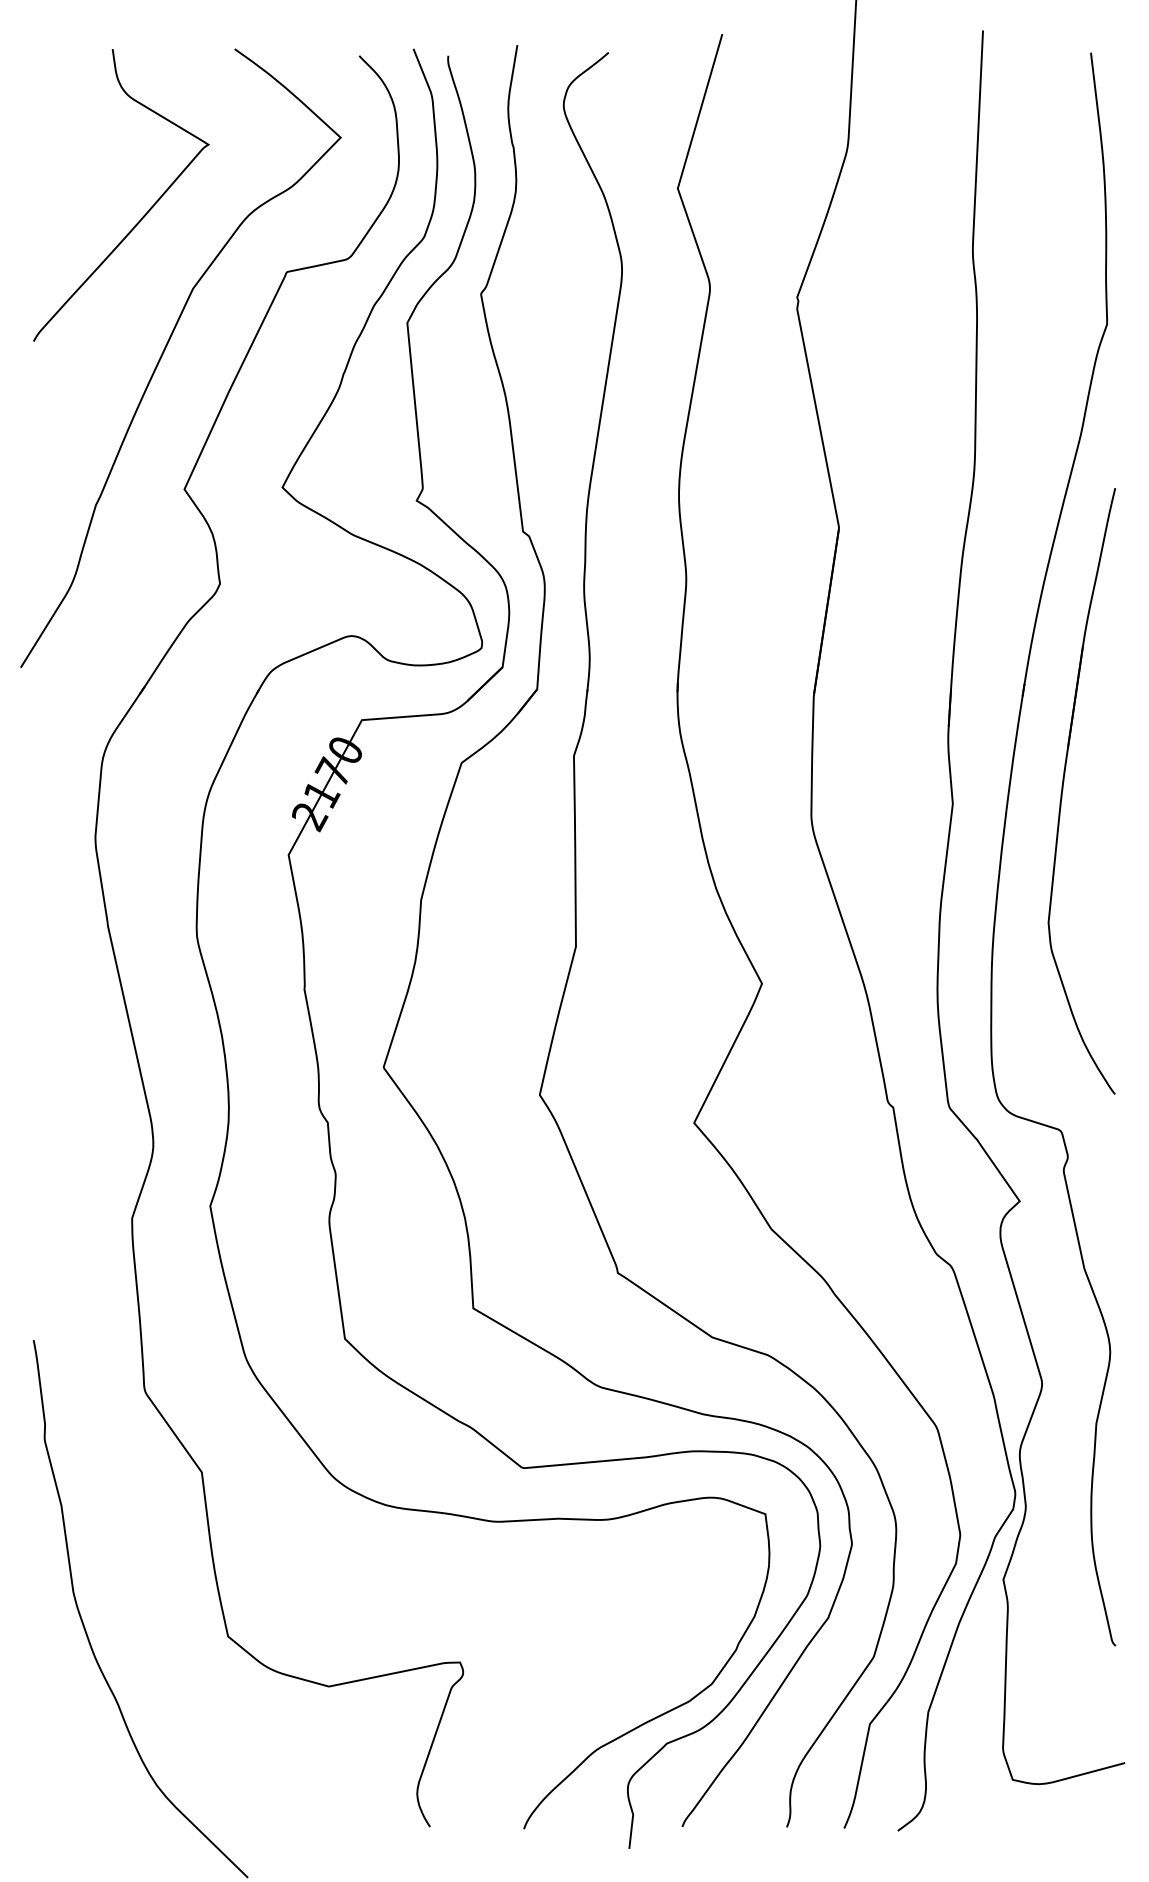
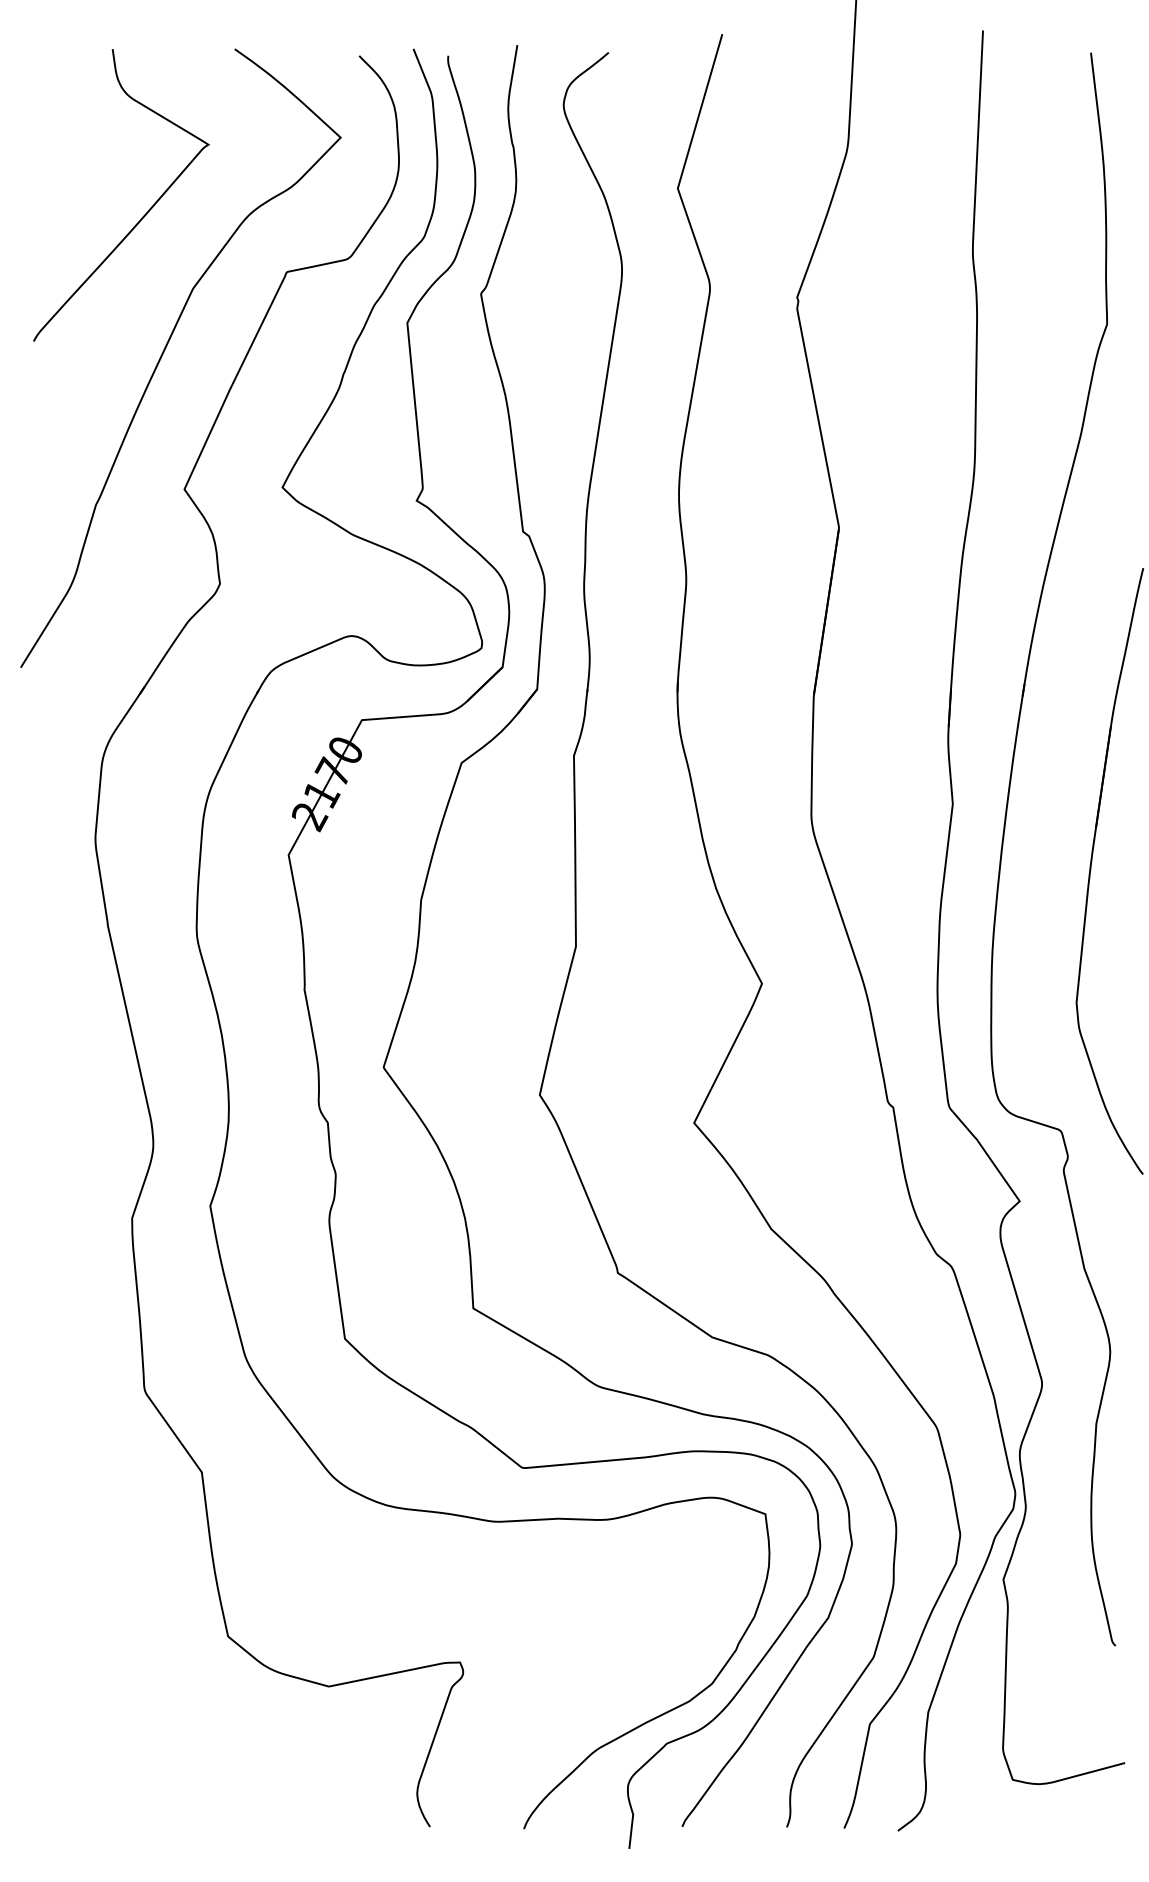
part at (1063, 790) position: (1063, 790) -> (1091, 870)
curve at (85, 1627): present -> none
